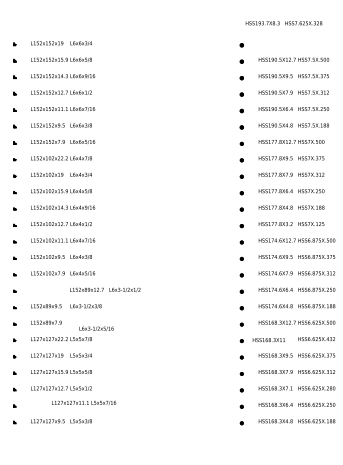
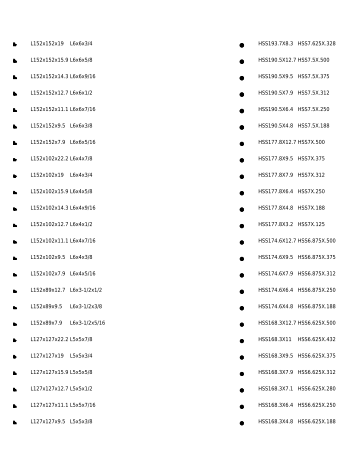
text at (283, 23) position: (283, 23) -> (296, 43)
text at (105, 289) position: (105, 289) -> (66, 289)
text at (96, 328) position: (96, 328) -> (87, 322)
text at (268, 340) position: (268, 340) -> (274, 339)
text at (84, 402) position: (84, 402) -> (63, 404)
